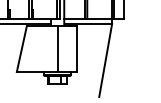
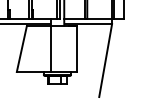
line at (58, 48) position: (58, 48) -> (51, 48)
